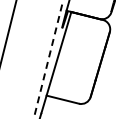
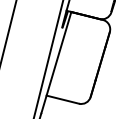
line at (48, 59): dashed -> solid
